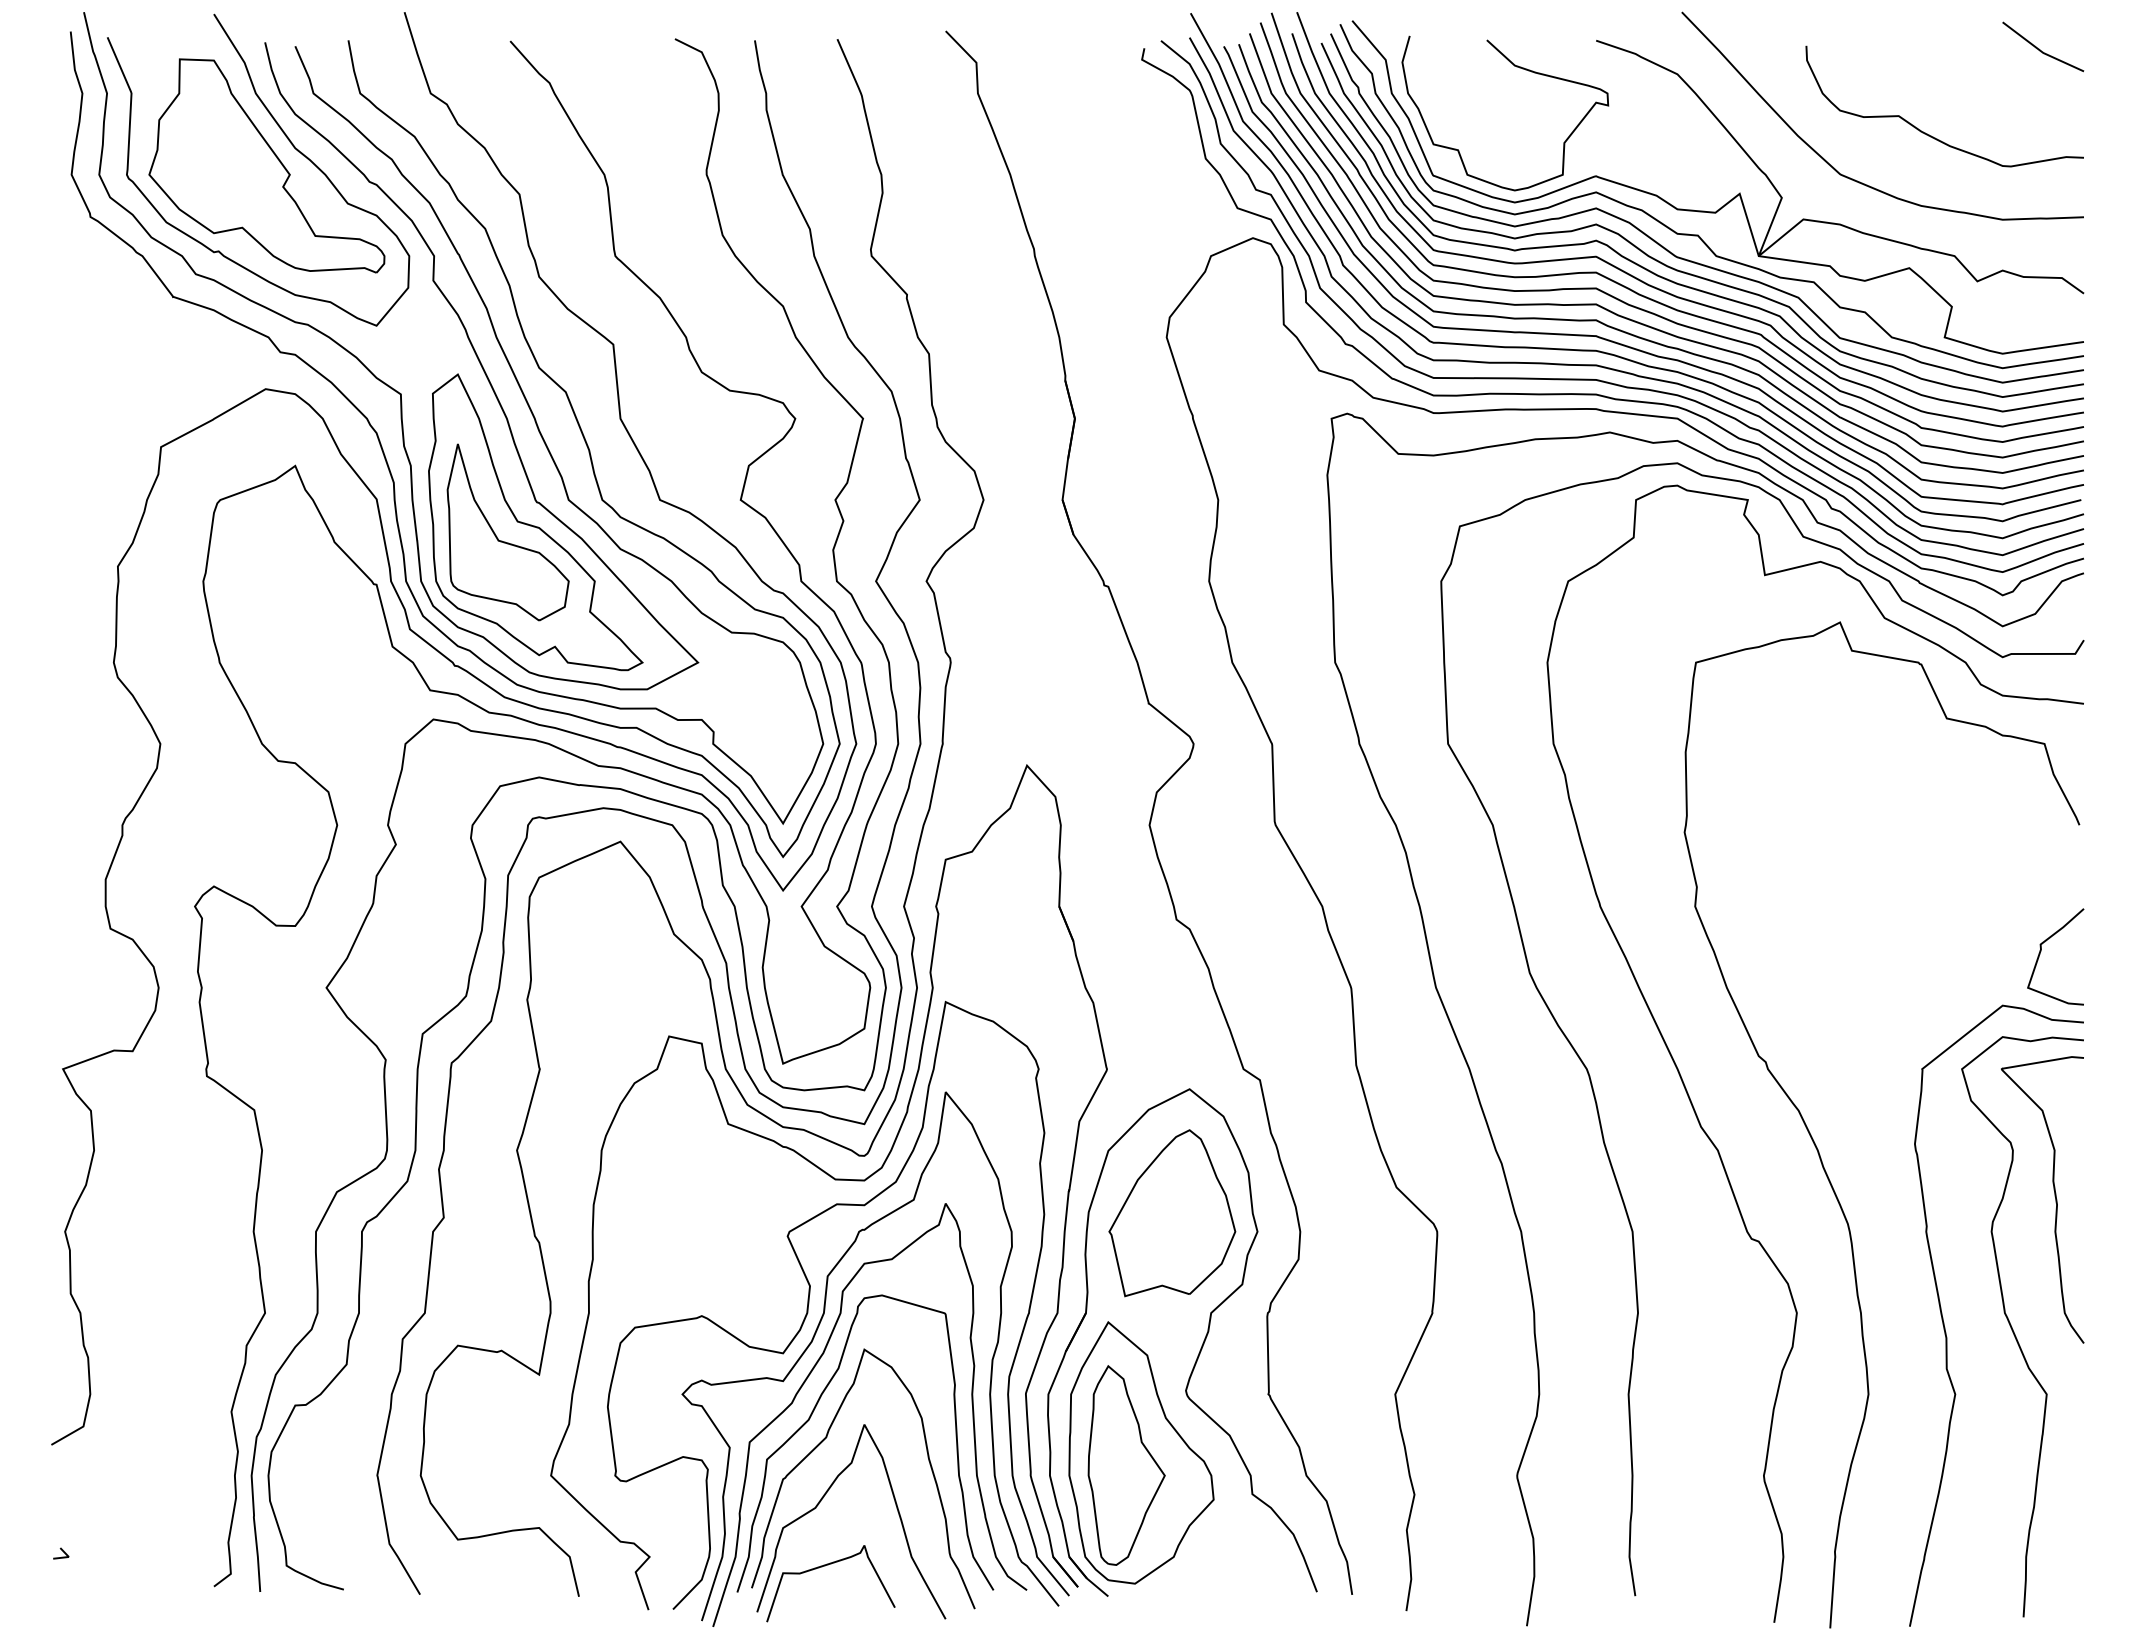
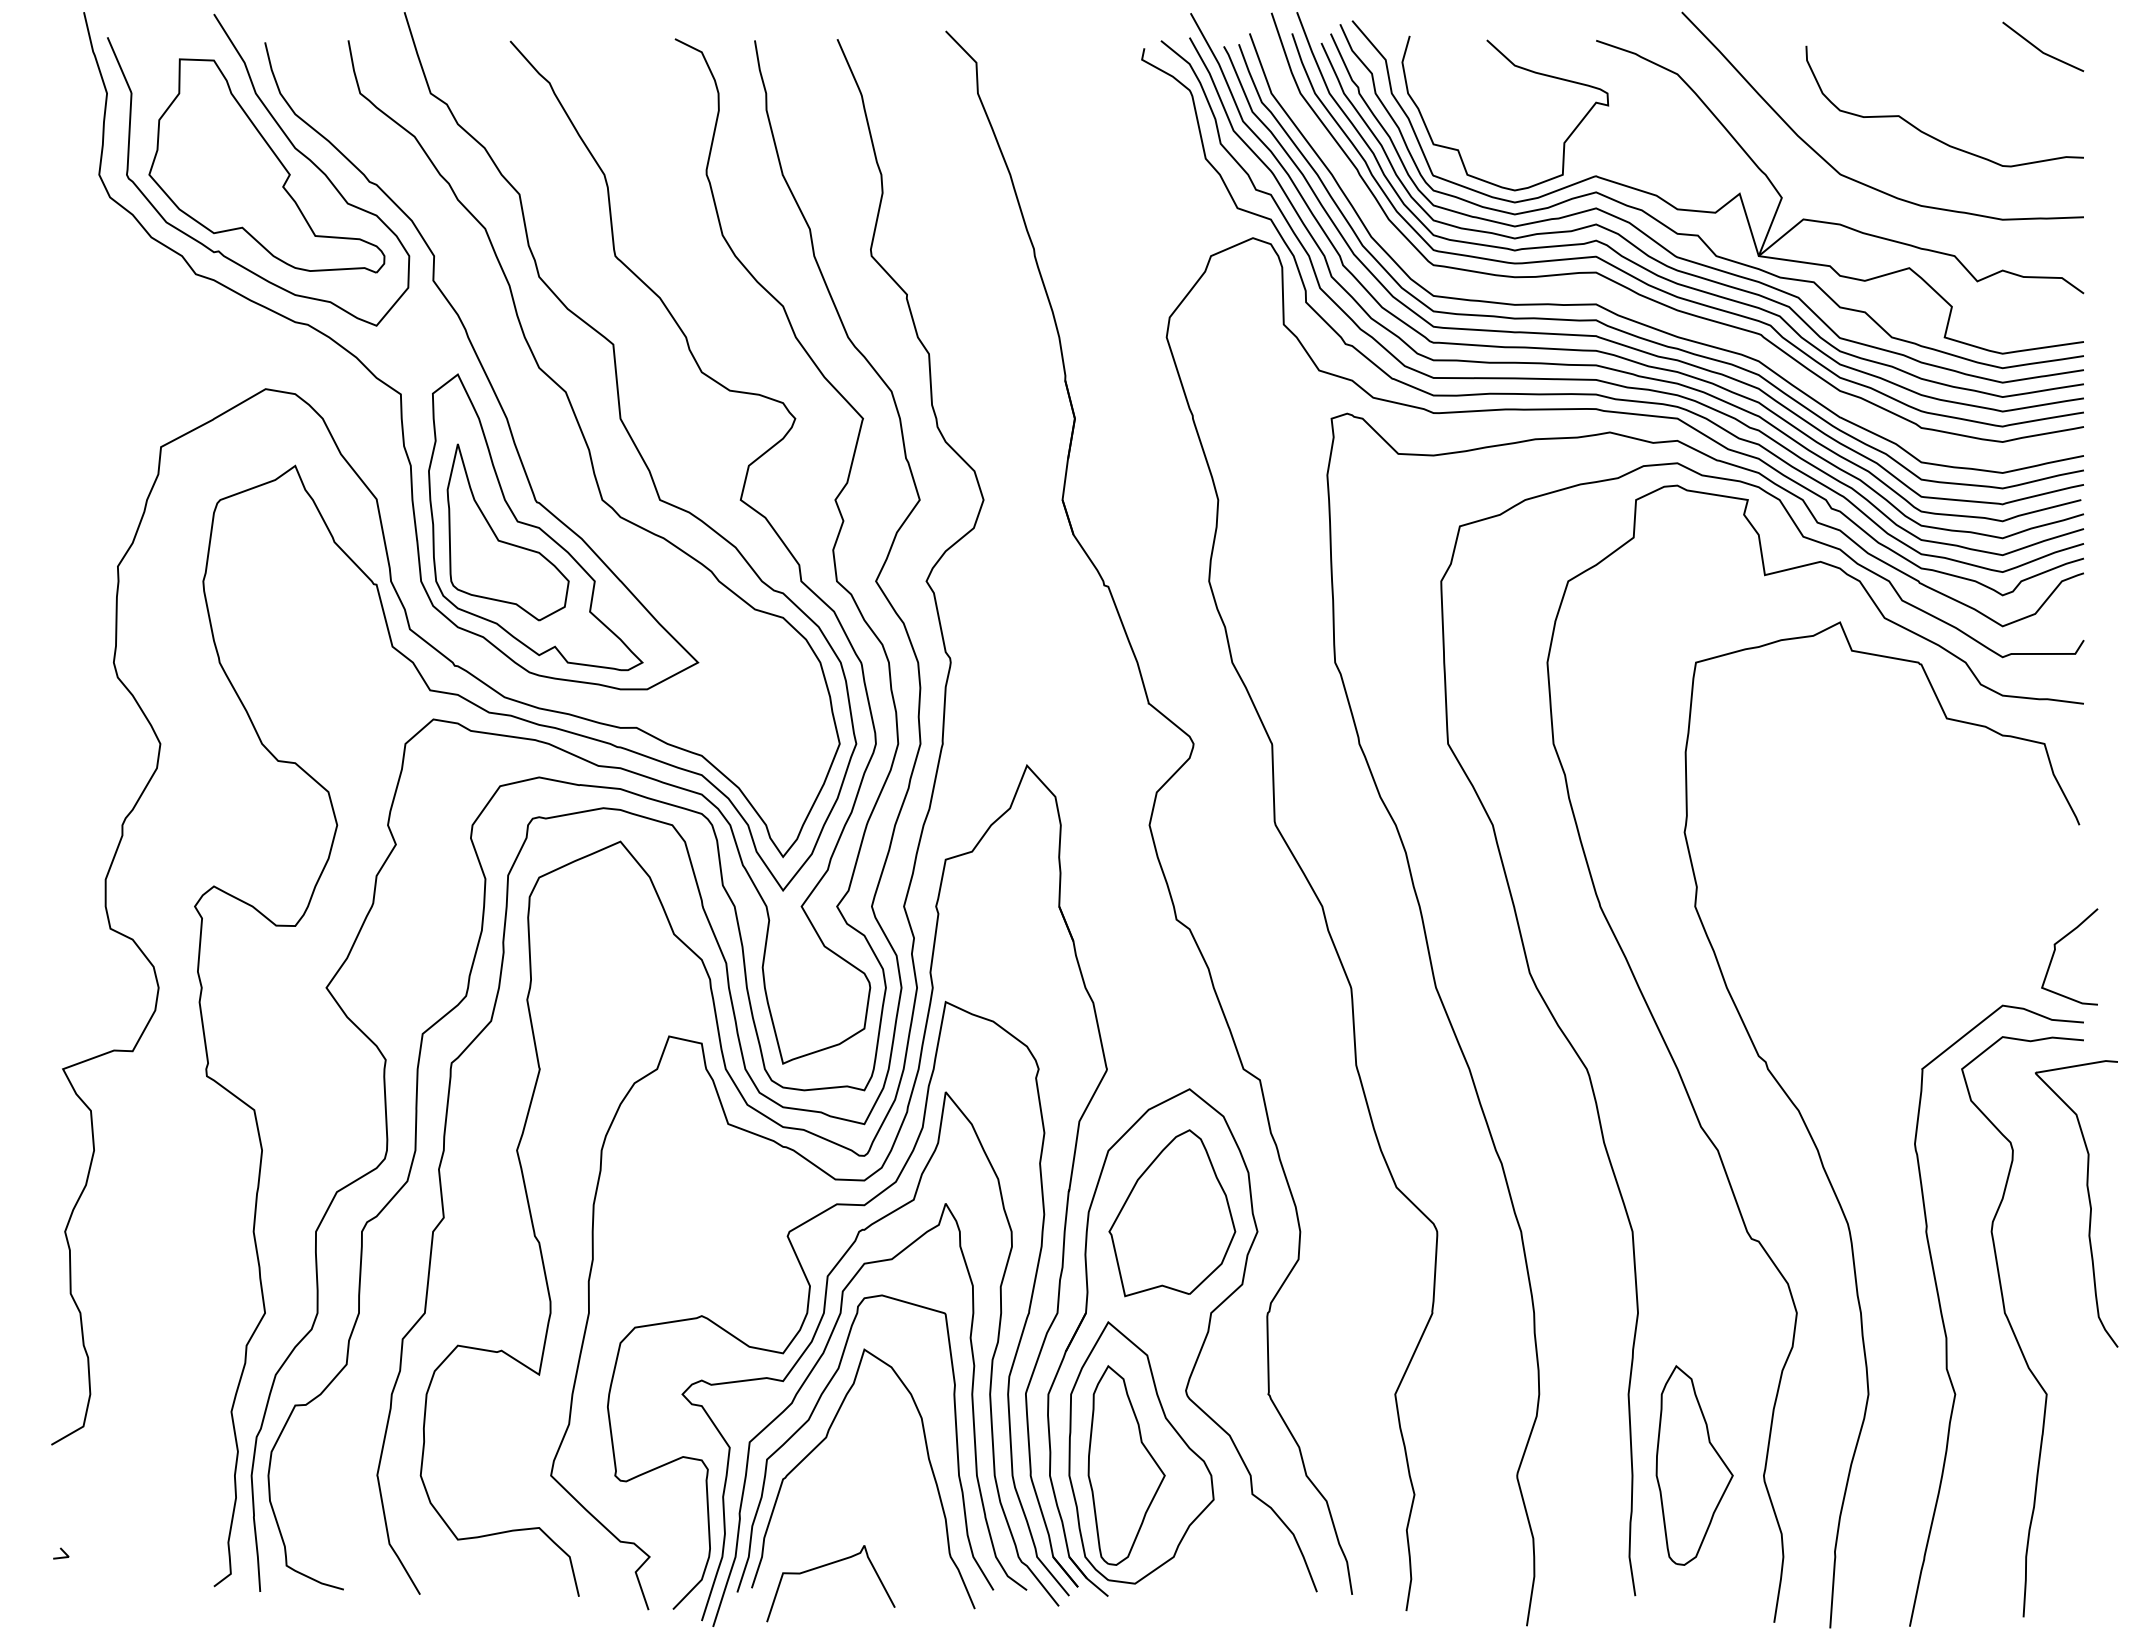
curve at (1645, 309): present -> none
curve at (383, 449): present -> none
curve at (2041, 951) position: (2041, 951) -> (2055, 951)
curve at (2054, 1196) position: (2054, 1196) -> (2088, 1200)
part at (1694, 1465): none -> present
curve at (821, 1501): present -> none
